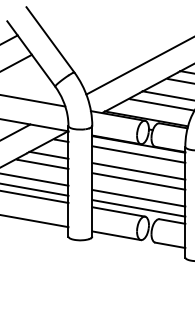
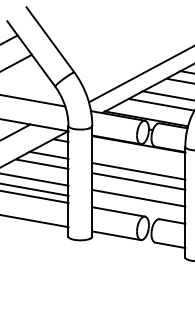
line at (138, 66) position: (138, 66) -> (140, 74)
line at (138, 154): present -> none
line at (138, 208): present -> none
